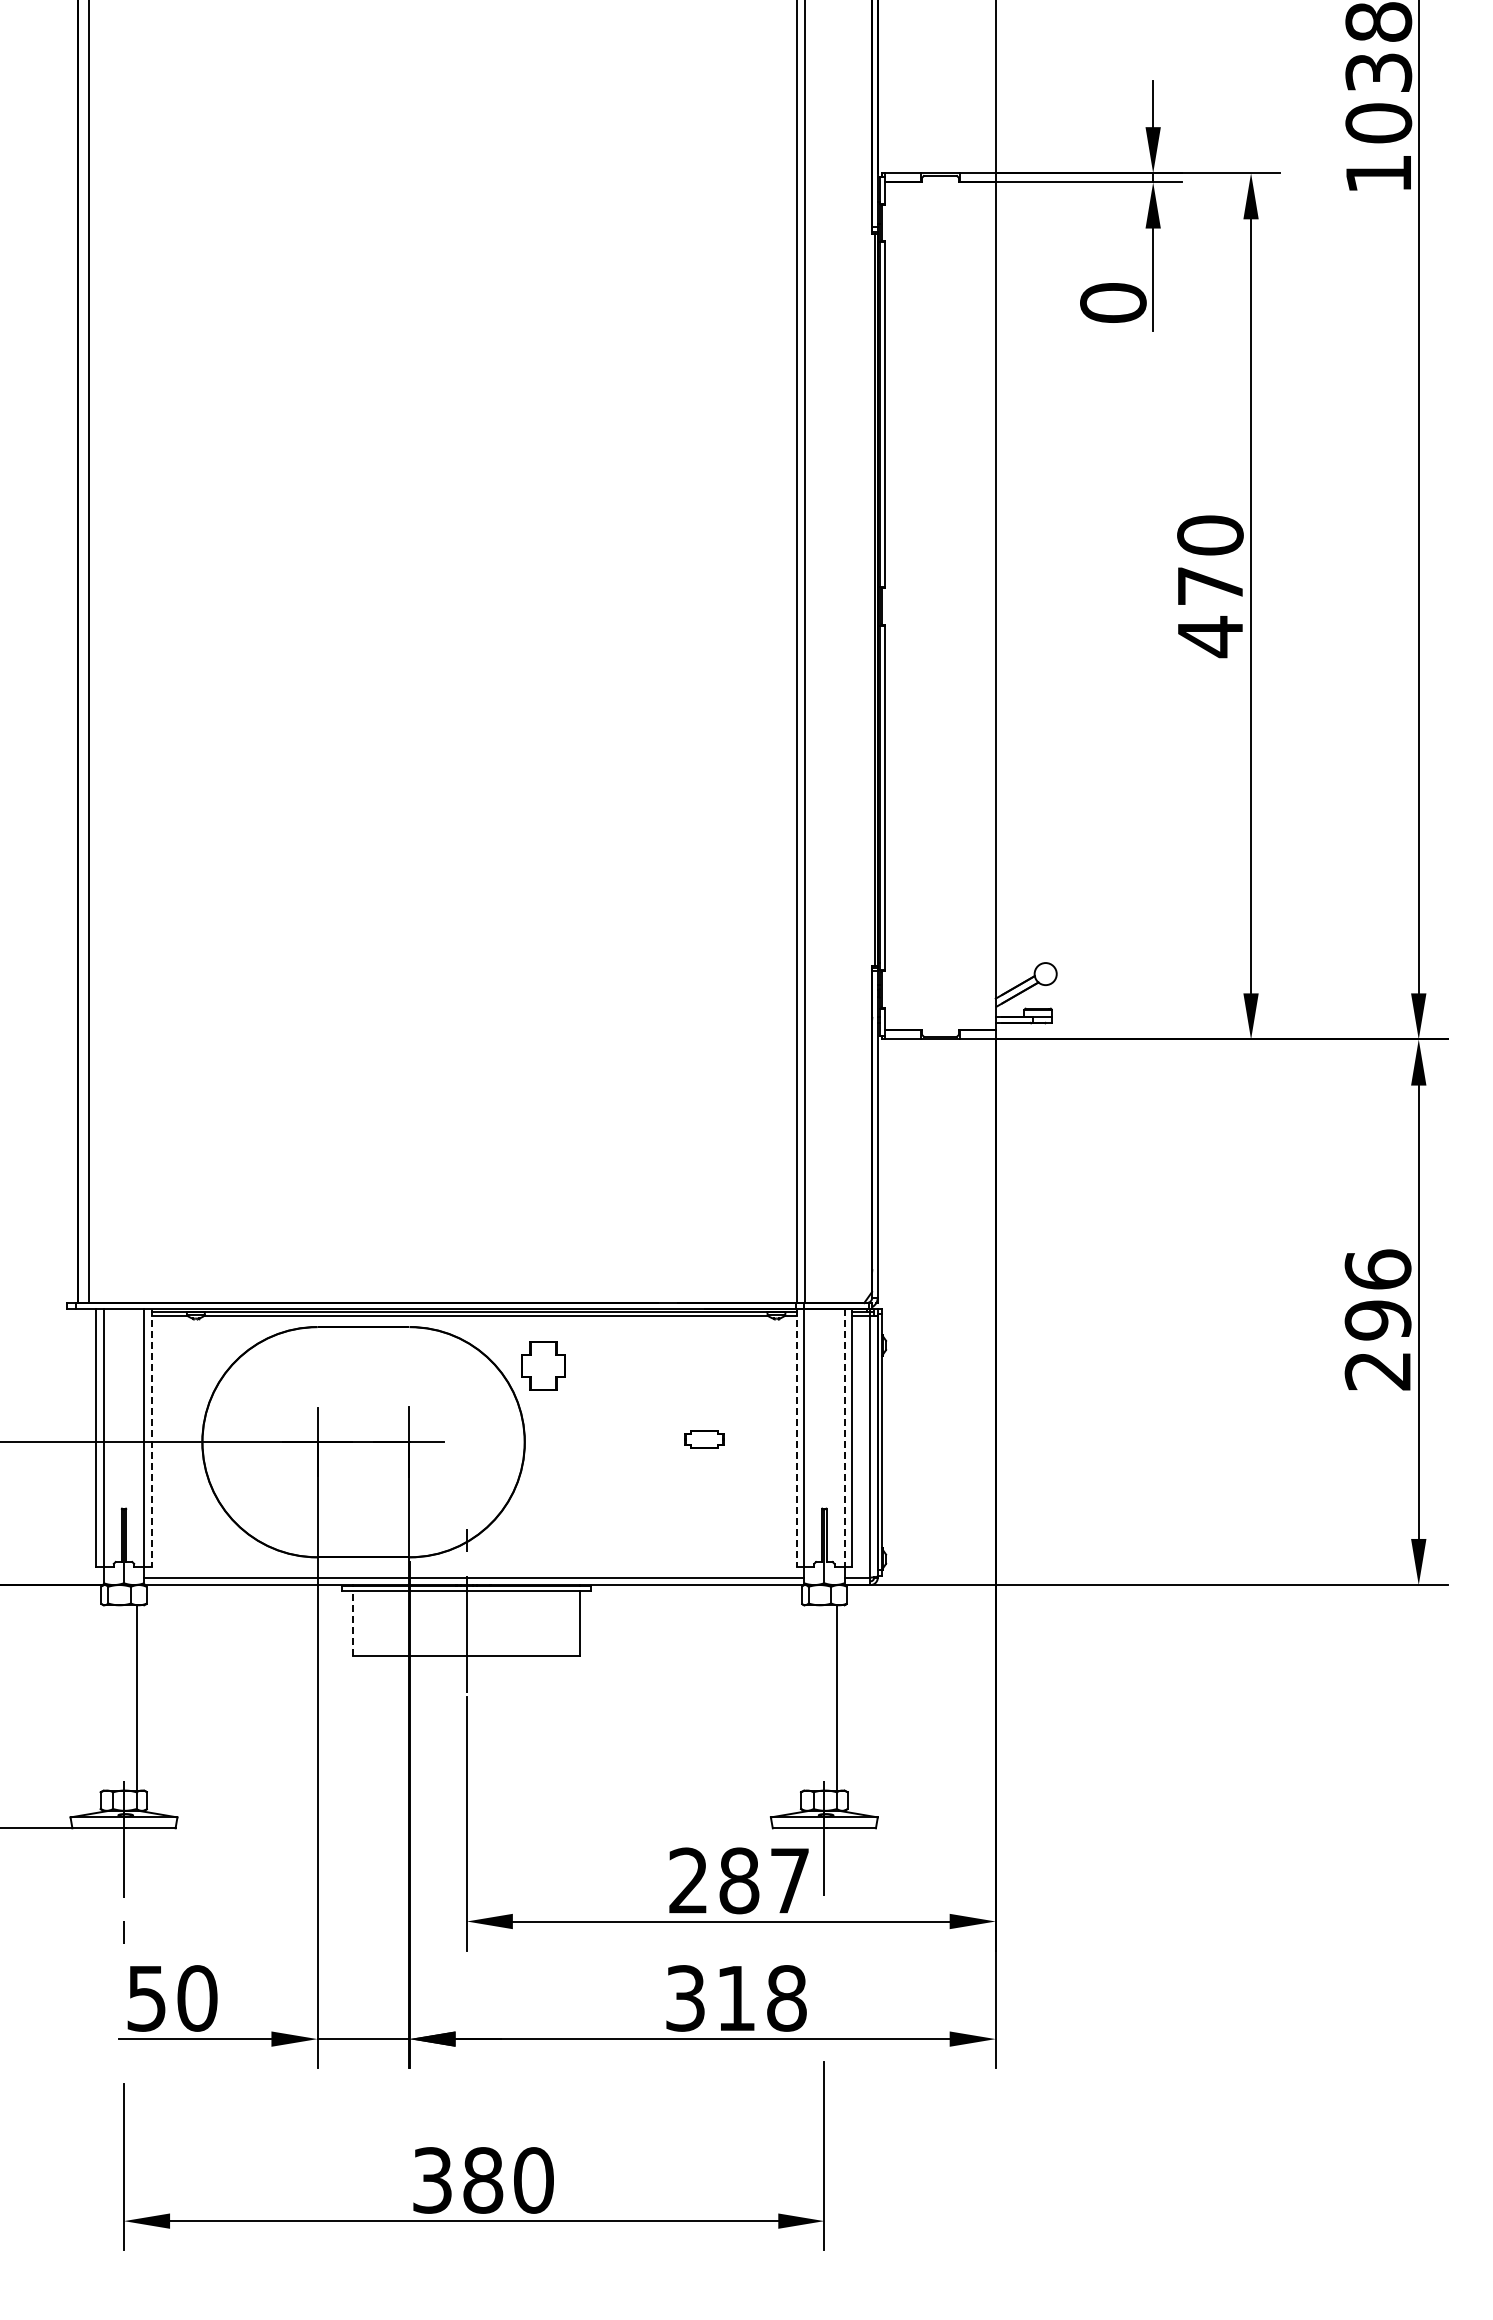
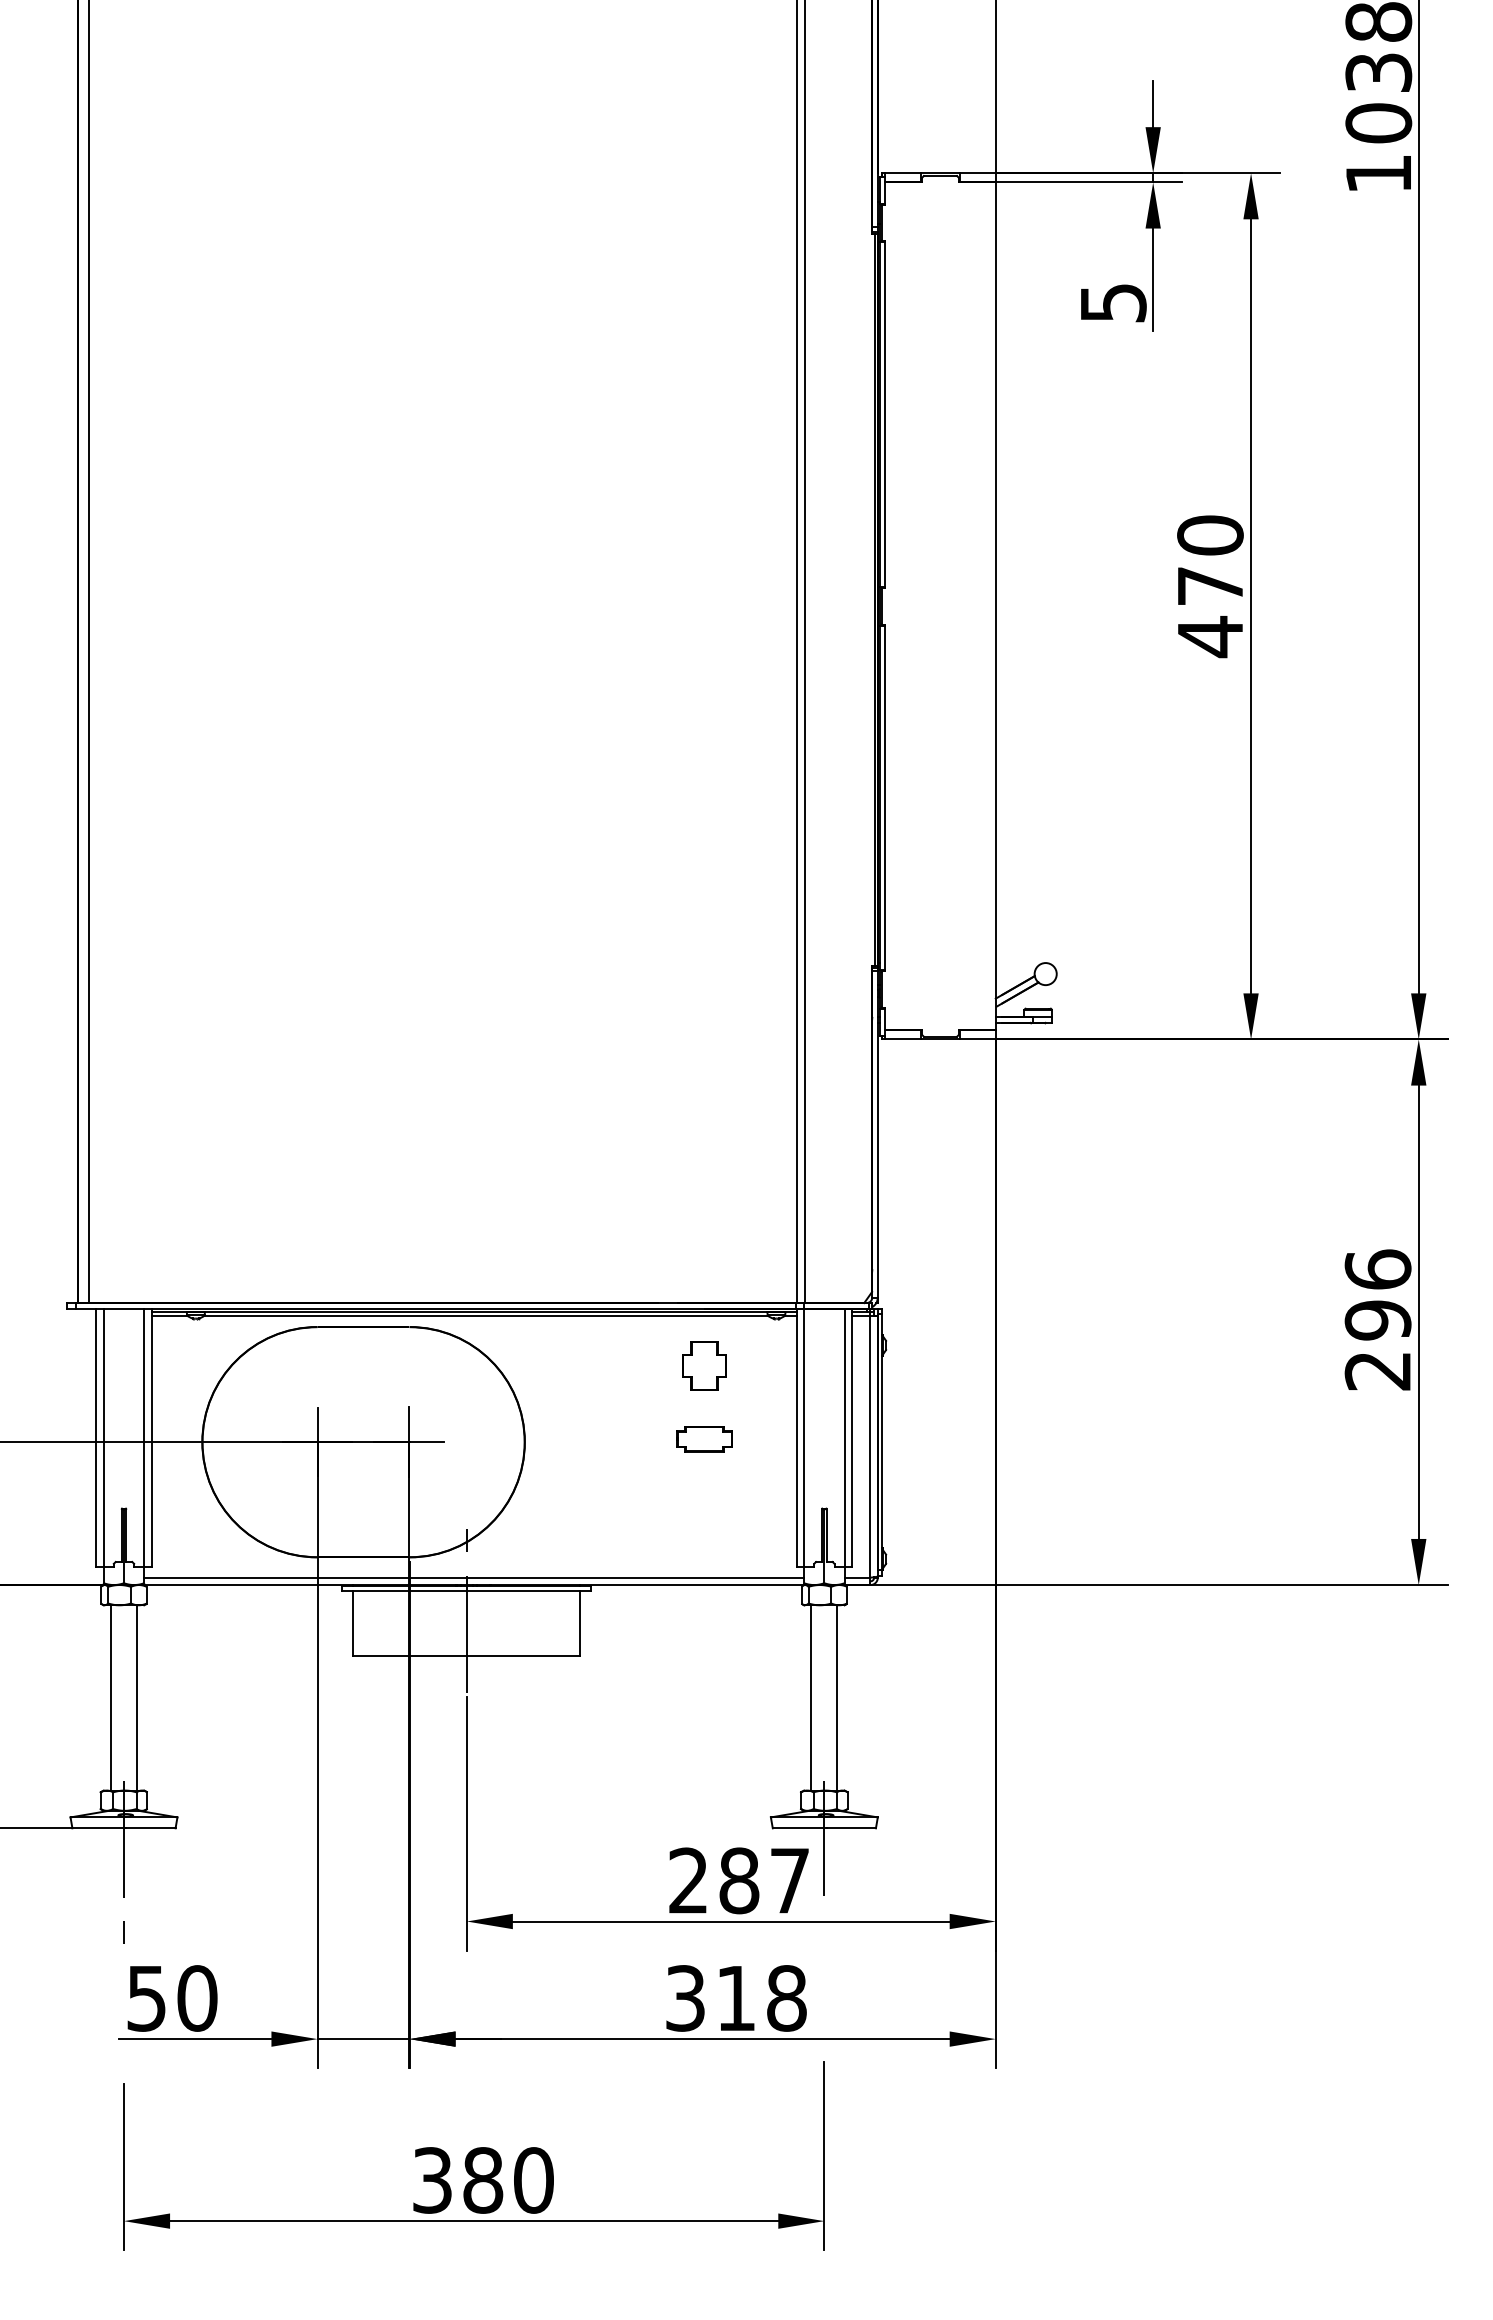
text at (1113, 302): 0 -> 5
part at (543, 1365) position: (543, 1365) -> (704, 1365)
line at (151, 1437): dashed -> solid
line at (796, 1437): dashed -> solid
line at (844, 1437): dashed -> solid
part at (704, 1439) size: 41x19 px -> 57x27 px
line at (353, 1623): dashed -> solid
line at (111, 1697): none -> present
line at (811, 1697): none -> present
